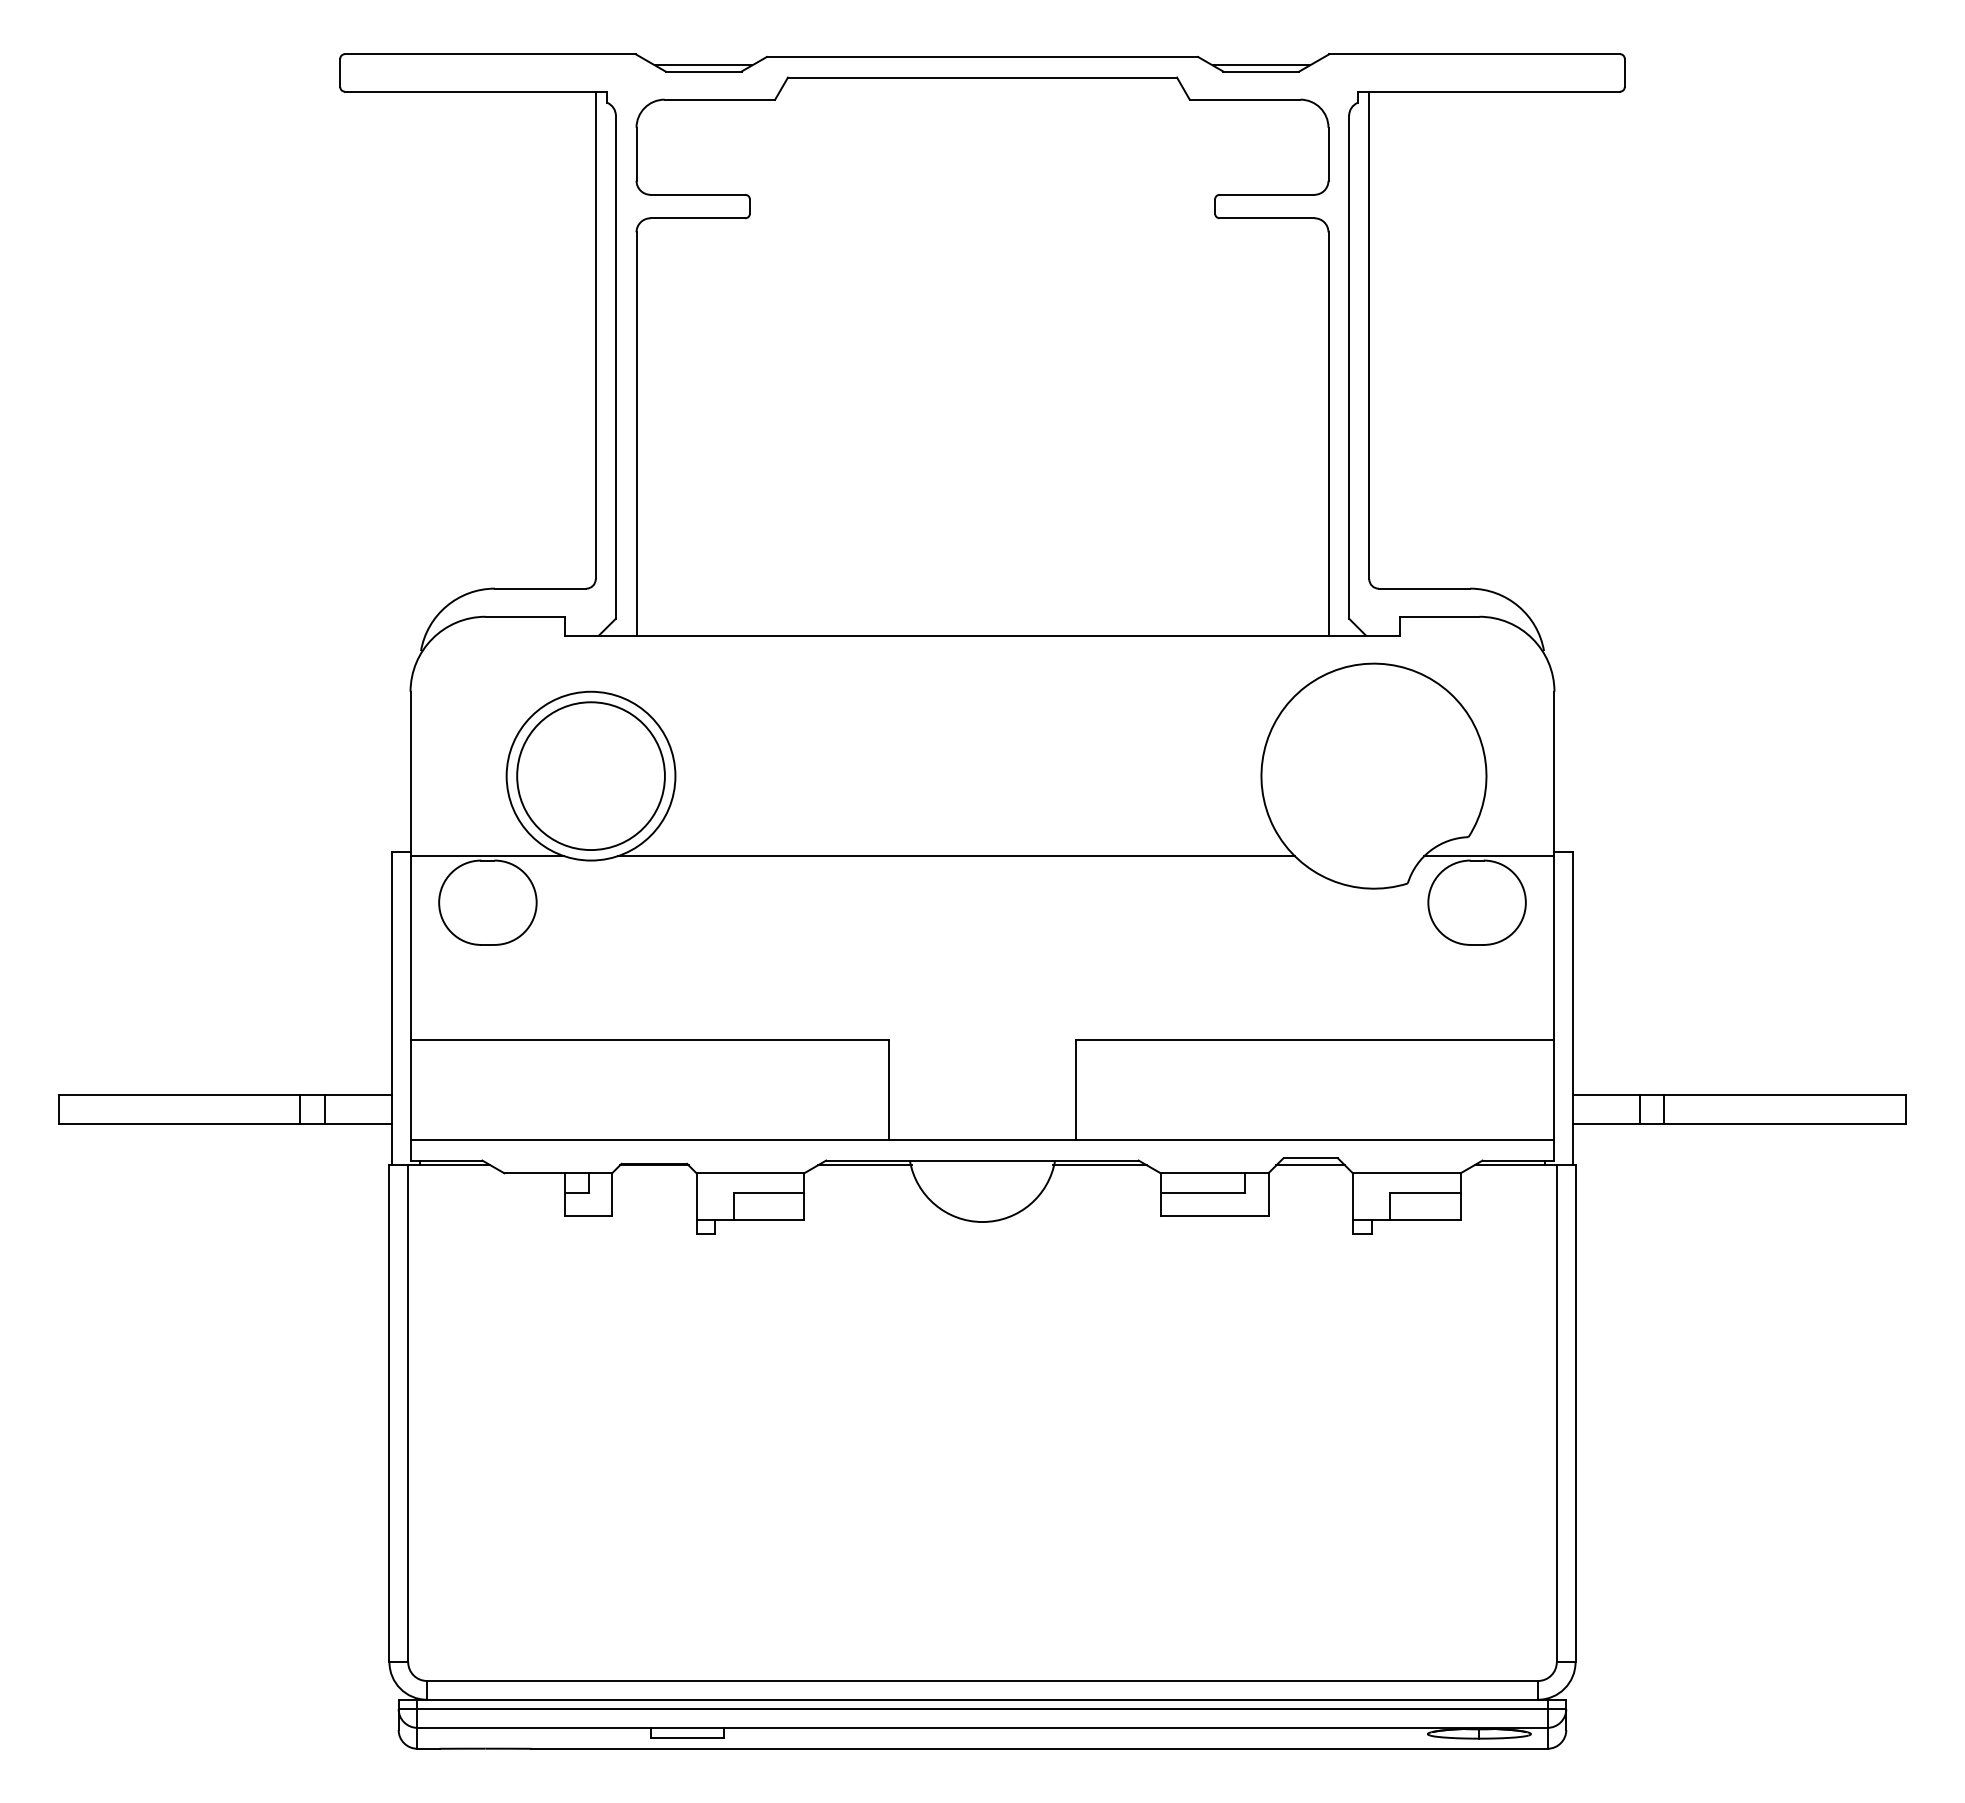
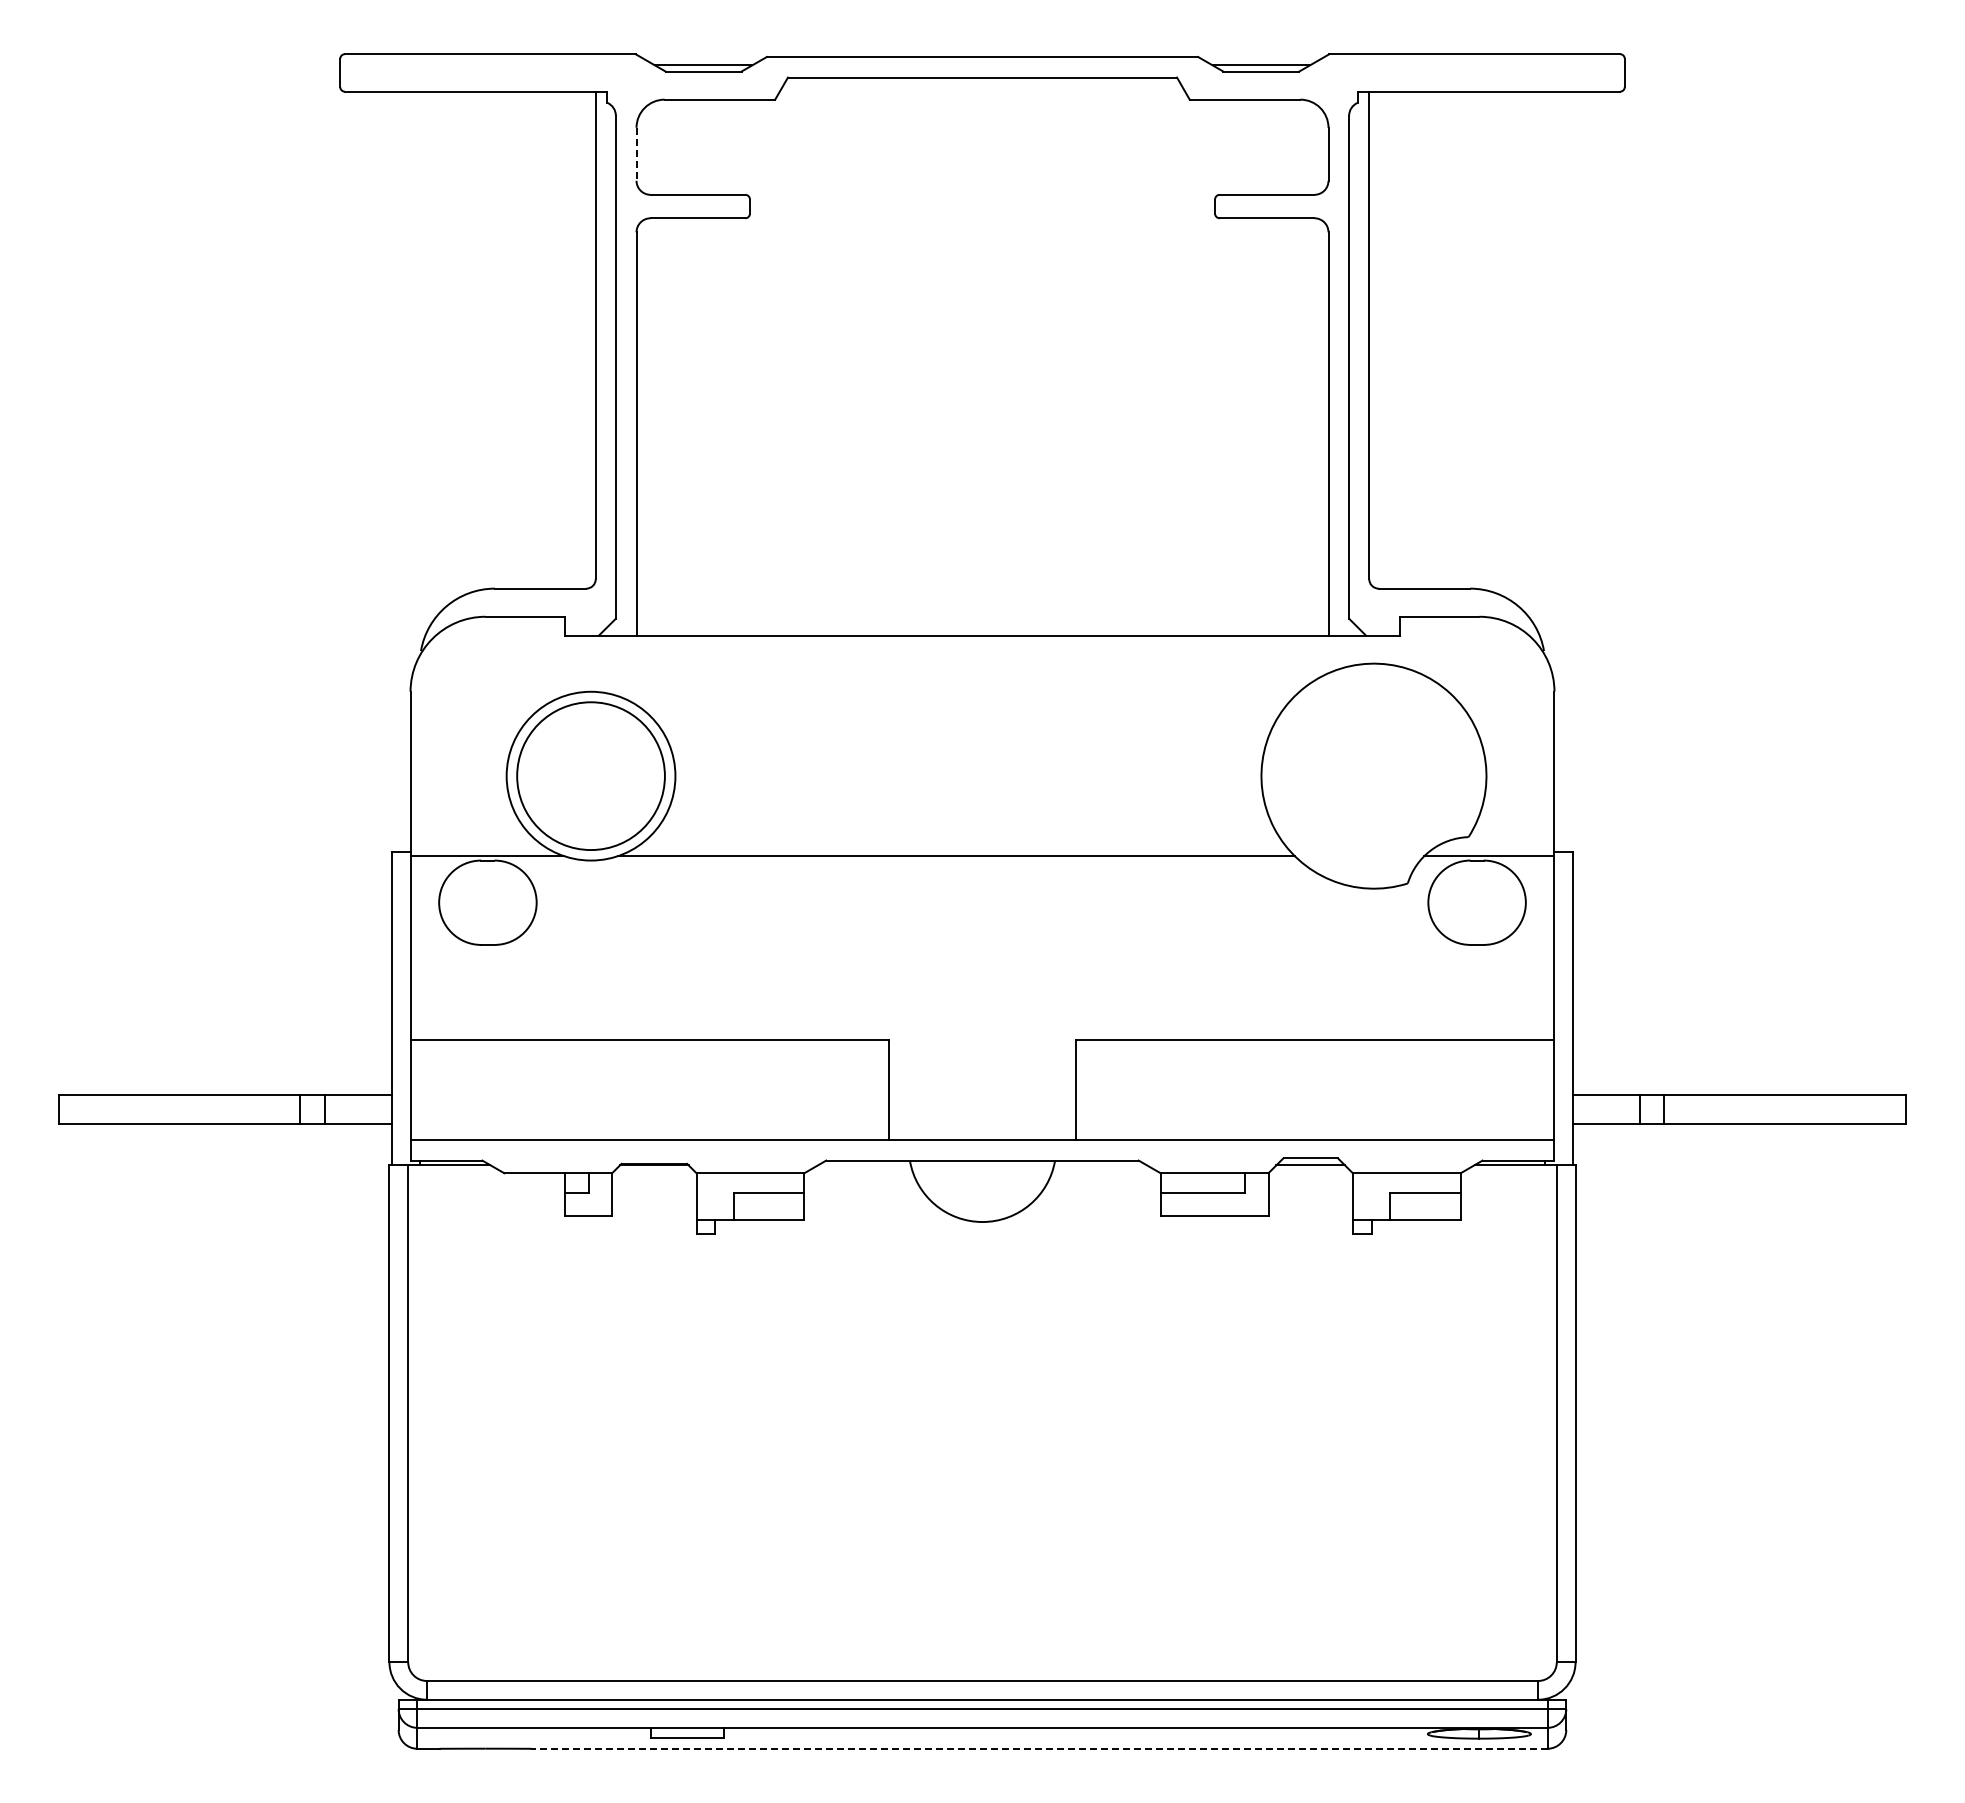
line at (636, 154): solid -> dashed
line at (864, 1165): present -> none
line at (1099, 1165): present -> none
line at (1038, 1748): solid -> dashed
